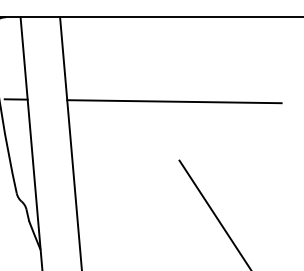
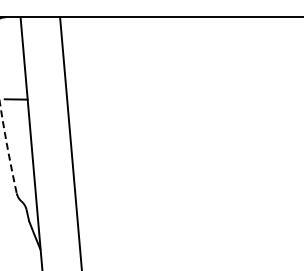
line at (174, 101): present -> none
arc at (7, 149): solid -> dashed
line at (214, 213): present -> none
